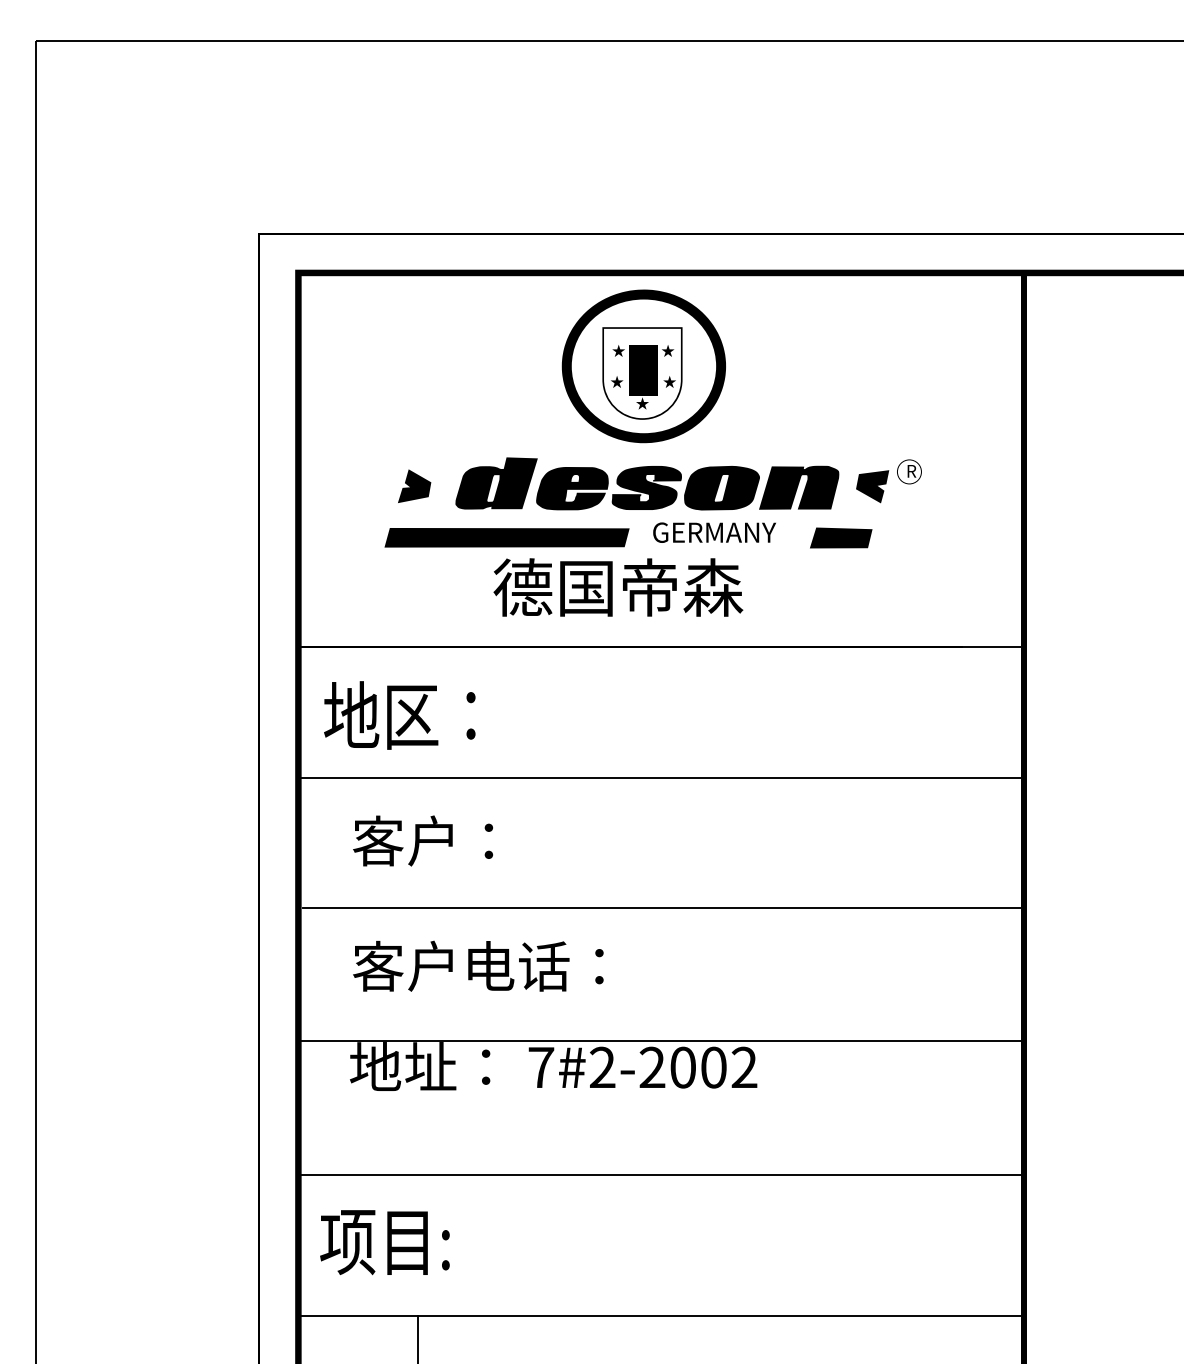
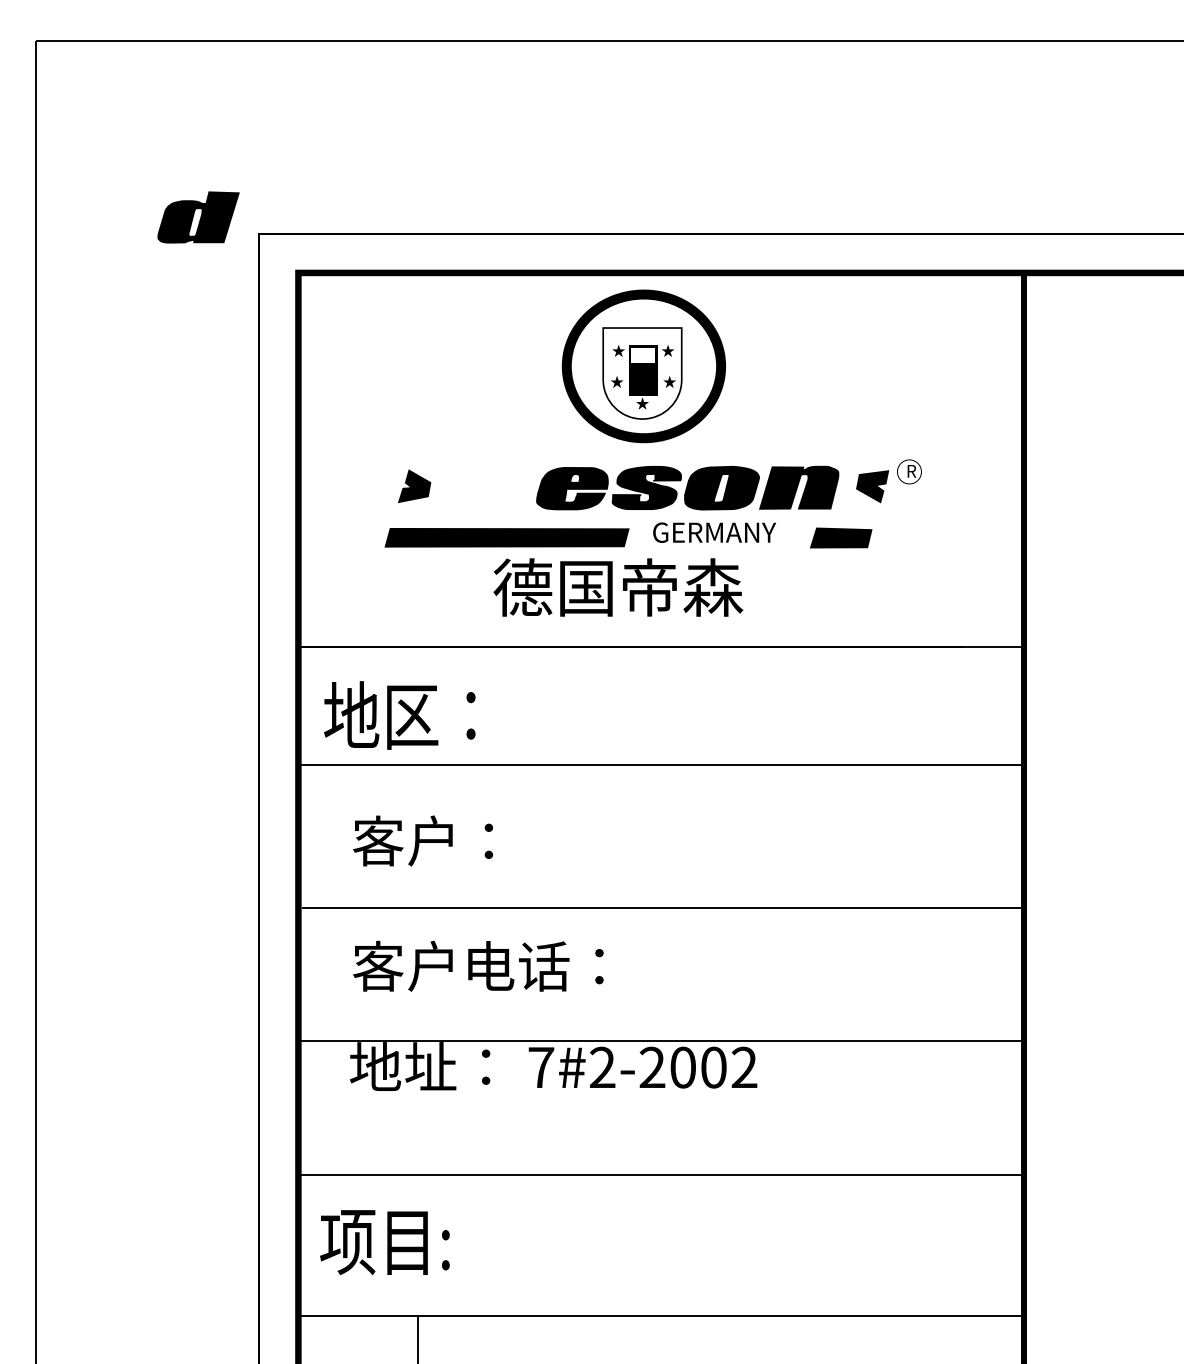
fill at (643, 354): present -> none
part at (496, 483) position: (496, 483) -> (198, 217)
line at (661, 777) position: (661, 777) -> (661, 764)
